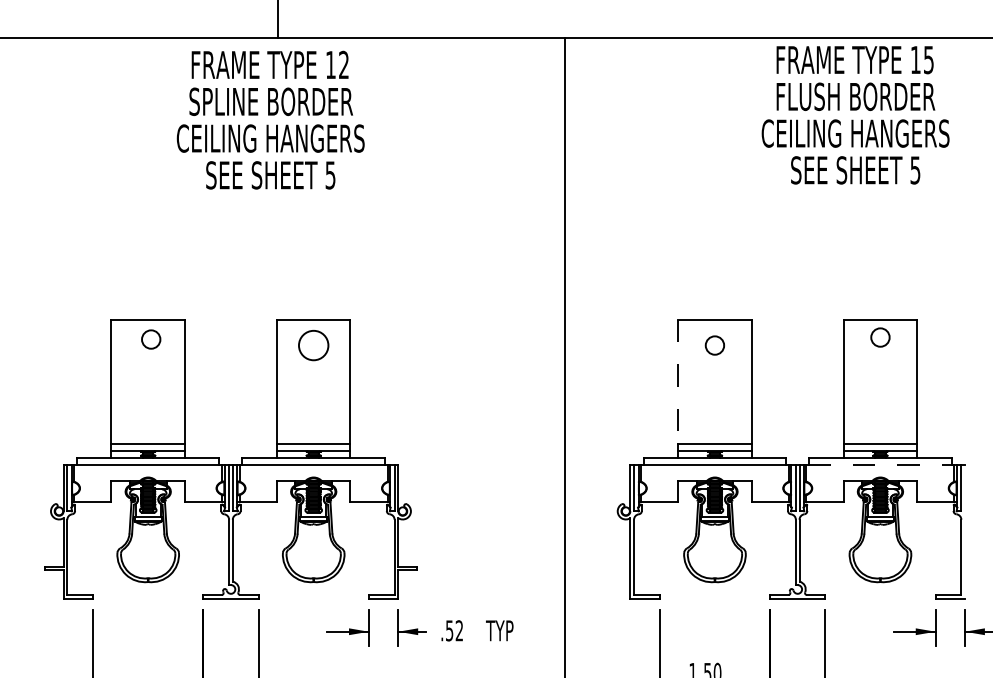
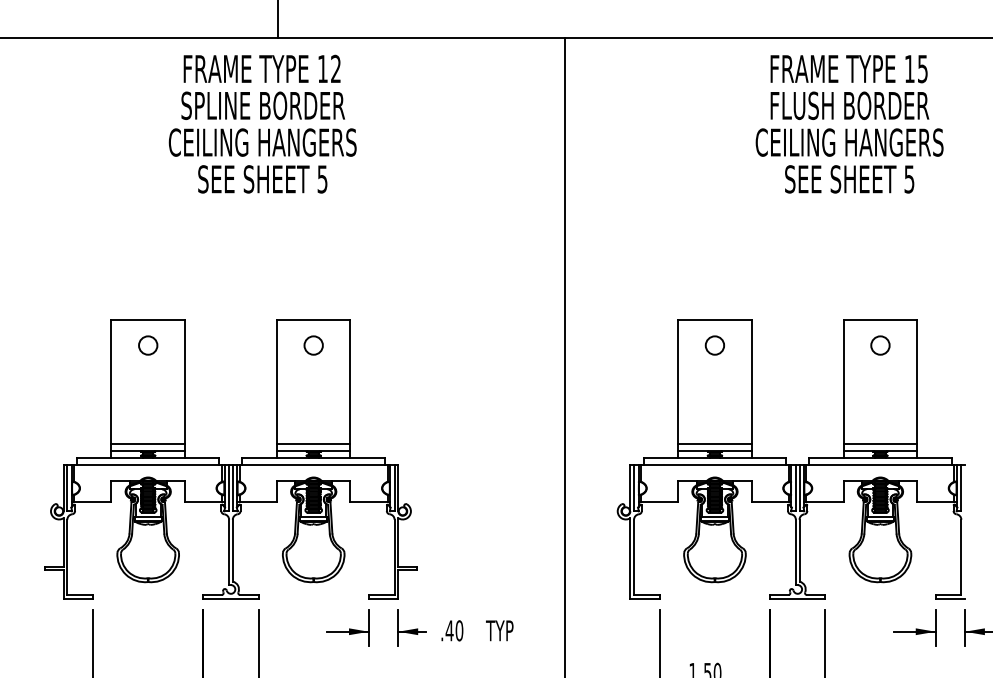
text at (855, 115) position: (855, 115) -> (849, 124)
text at (270, 119) position: (270, 119) -> (262, 123)
circle at (880, 337) position: (880, 337) -> (880, 345)
circle at (151, 339) position: (151, 339) -> (148, 345)
circle at (313, 345) diameter: 29 px -> 18 px
line at (678, 382): dashed -> solid
line at (880, 465): dashed -> solid
text at (454, 630): .52 -> .40
